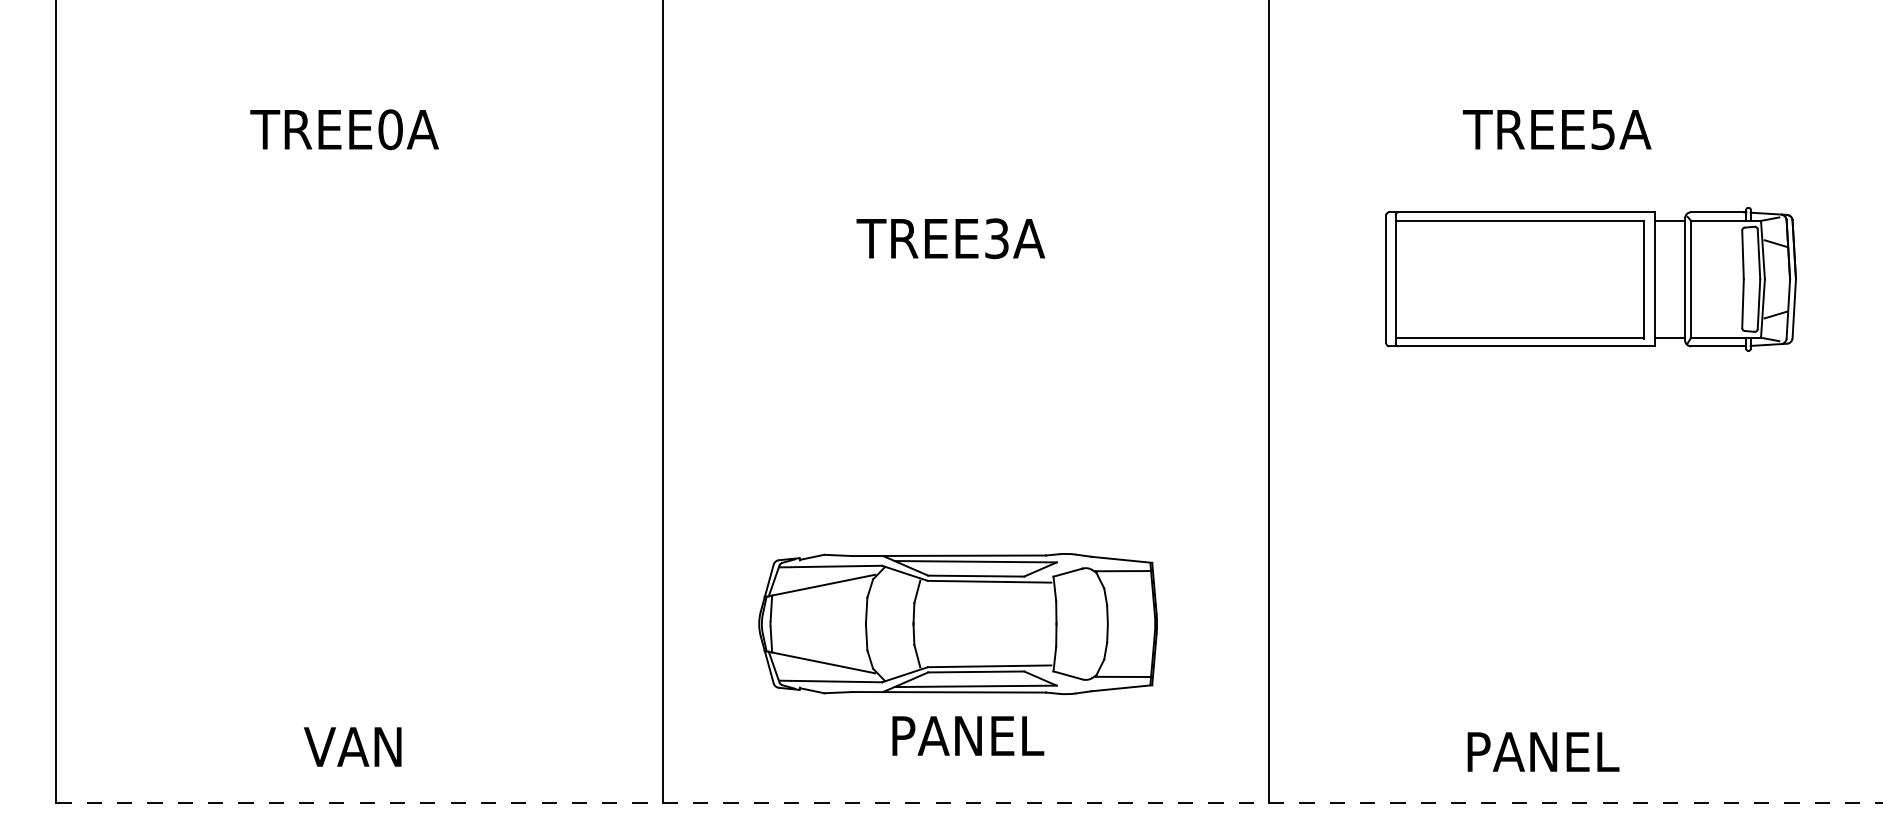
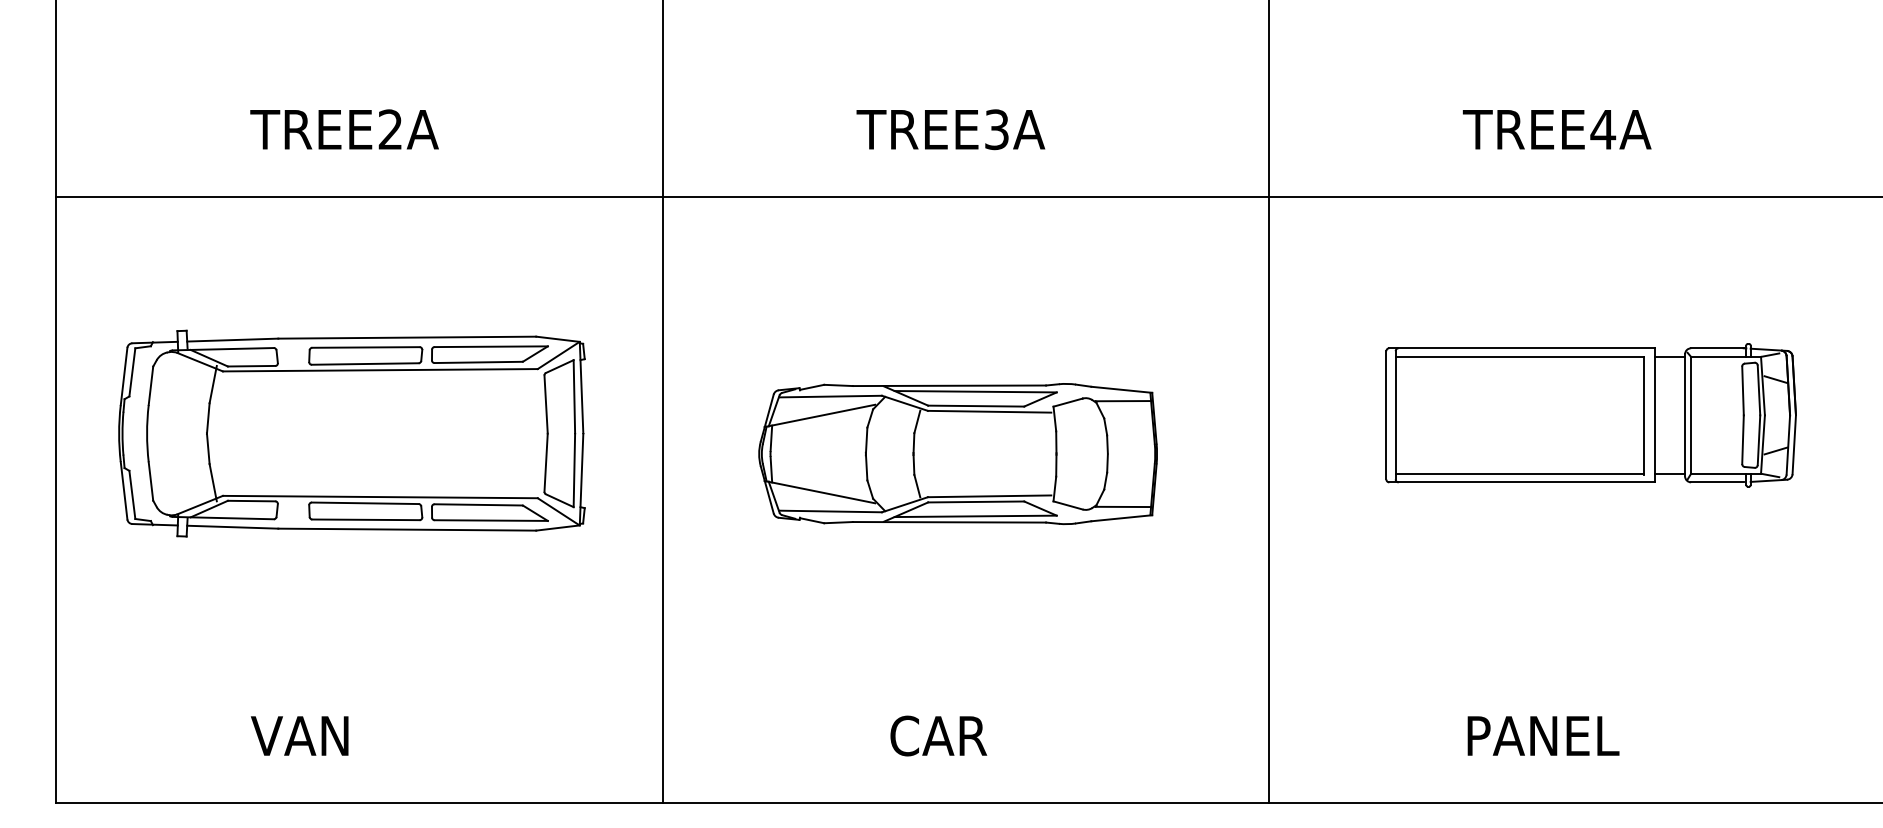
text at (390, 129): TREE0A -> TREE2A
text at (1603, 130): TREE5A -> TREE4A
line at (967, 196): none -> present
text at (950, 238) position: (950, 238) -> (950, 129)
part at (1590, 279) position: (1590, 279) -> (1590, 415)
part at (351, 433): none -> present
part at (957, 623) position: (957, 623) -> (957, 453)
text at (967, 735): PANEL -> CAR
text at (352, 746) position: (352, 746) -> (299, 735)
text at (1543, 751) position: (1543, 751) -> (1543, 735)
line at (970, 803): dashed -> solid
